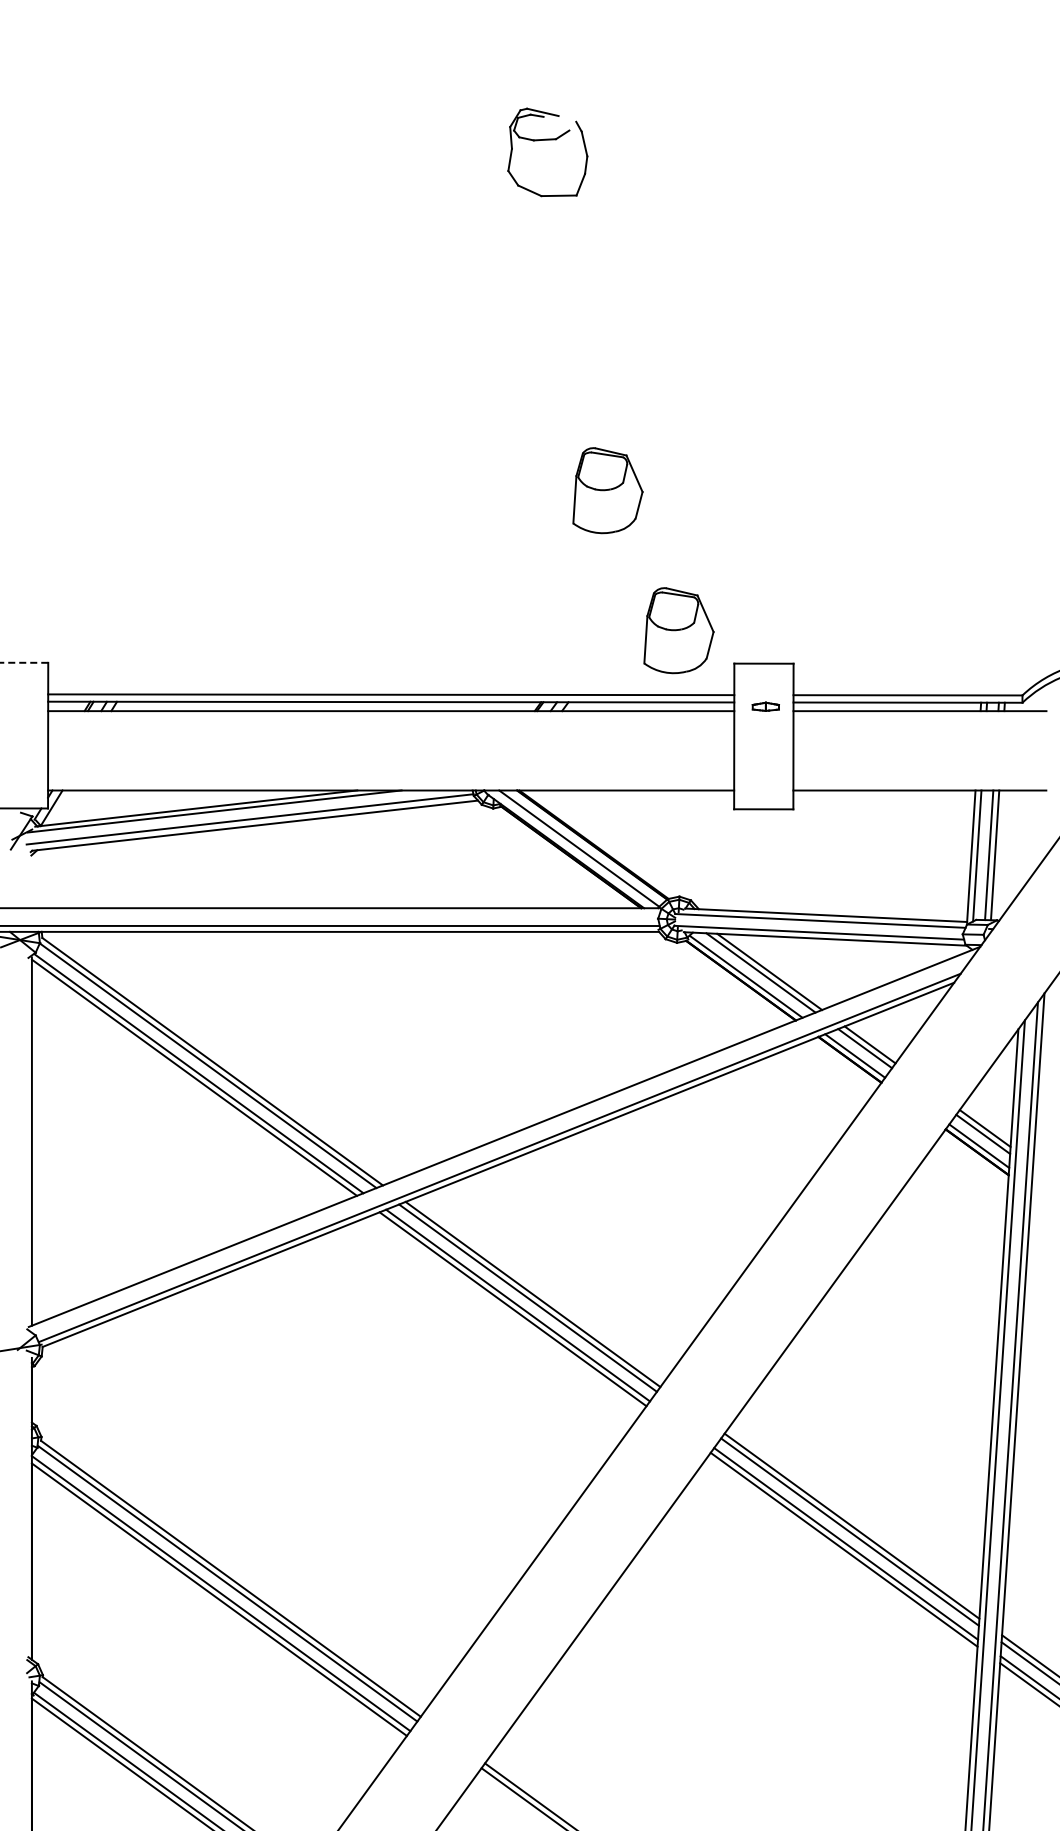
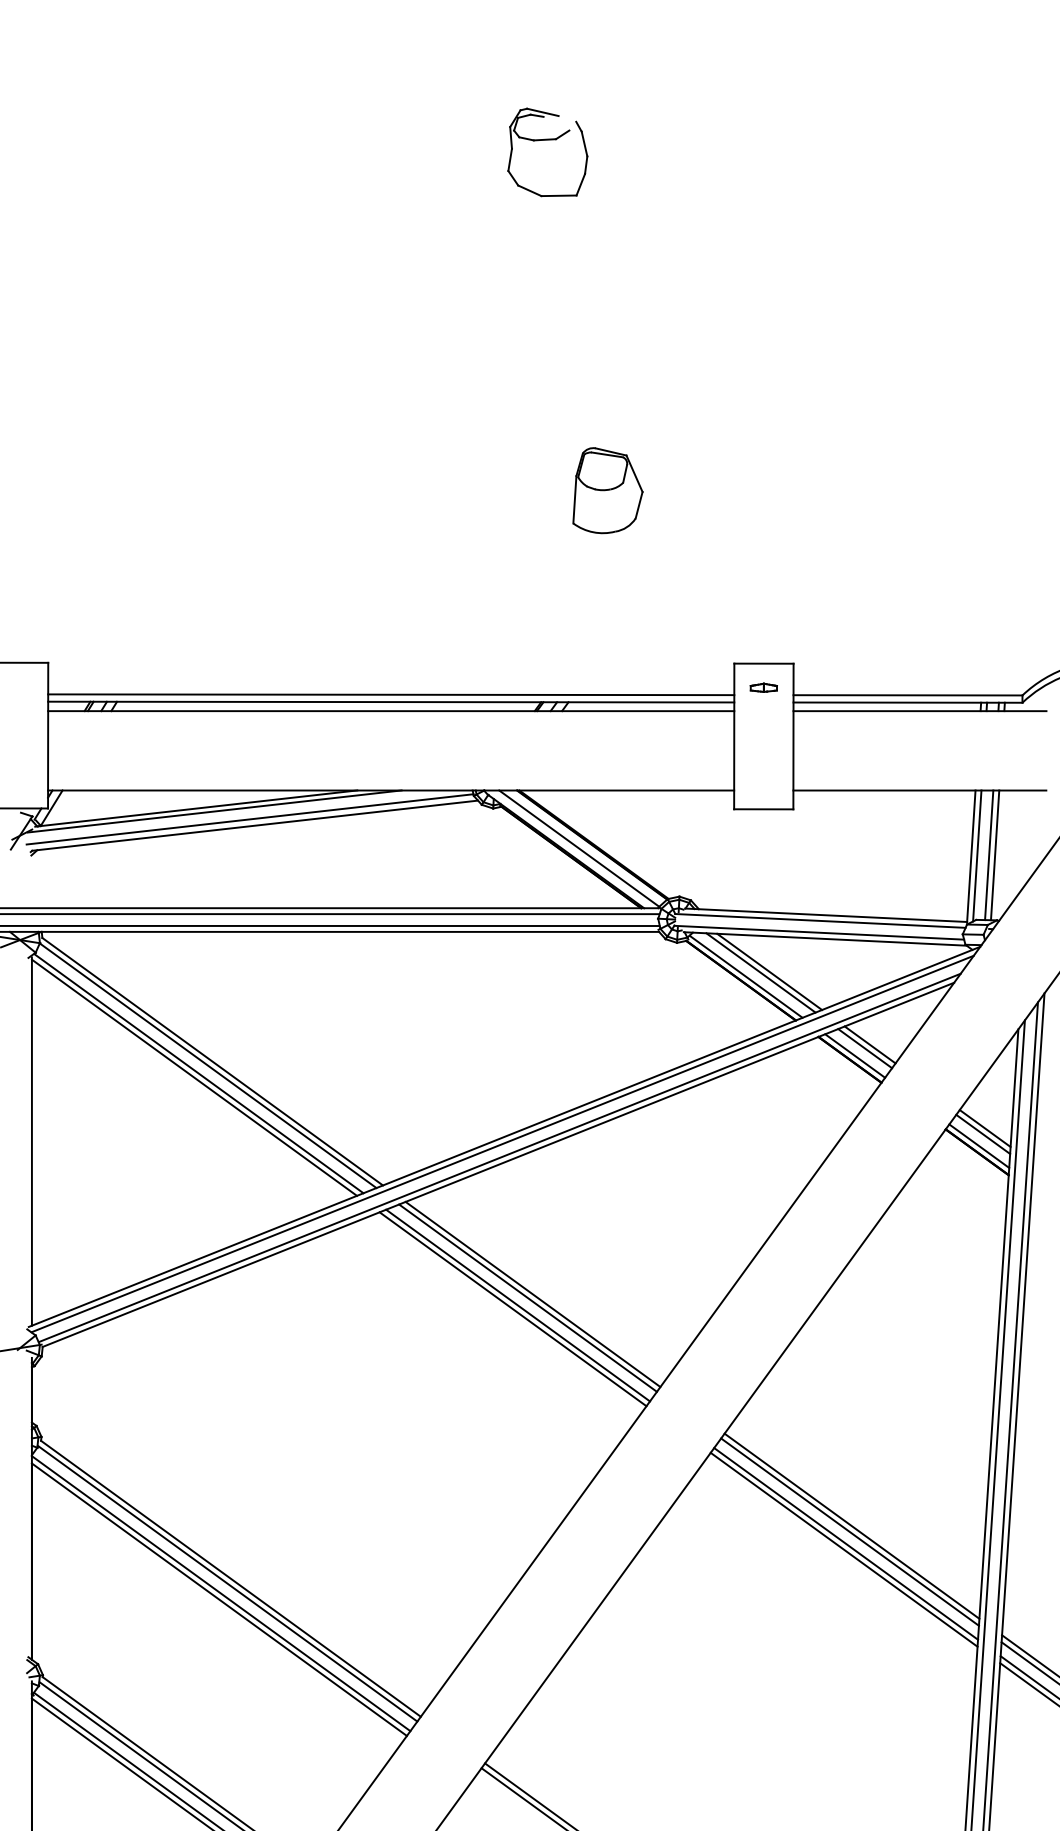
part at (678, 630): present -> none
line at (24, 662): dashed -> solid
part at (765, 706) position: (765, 706) -> (763, 687)
line at (330, 914): none -> present
line at (502, 1143): none -> present
